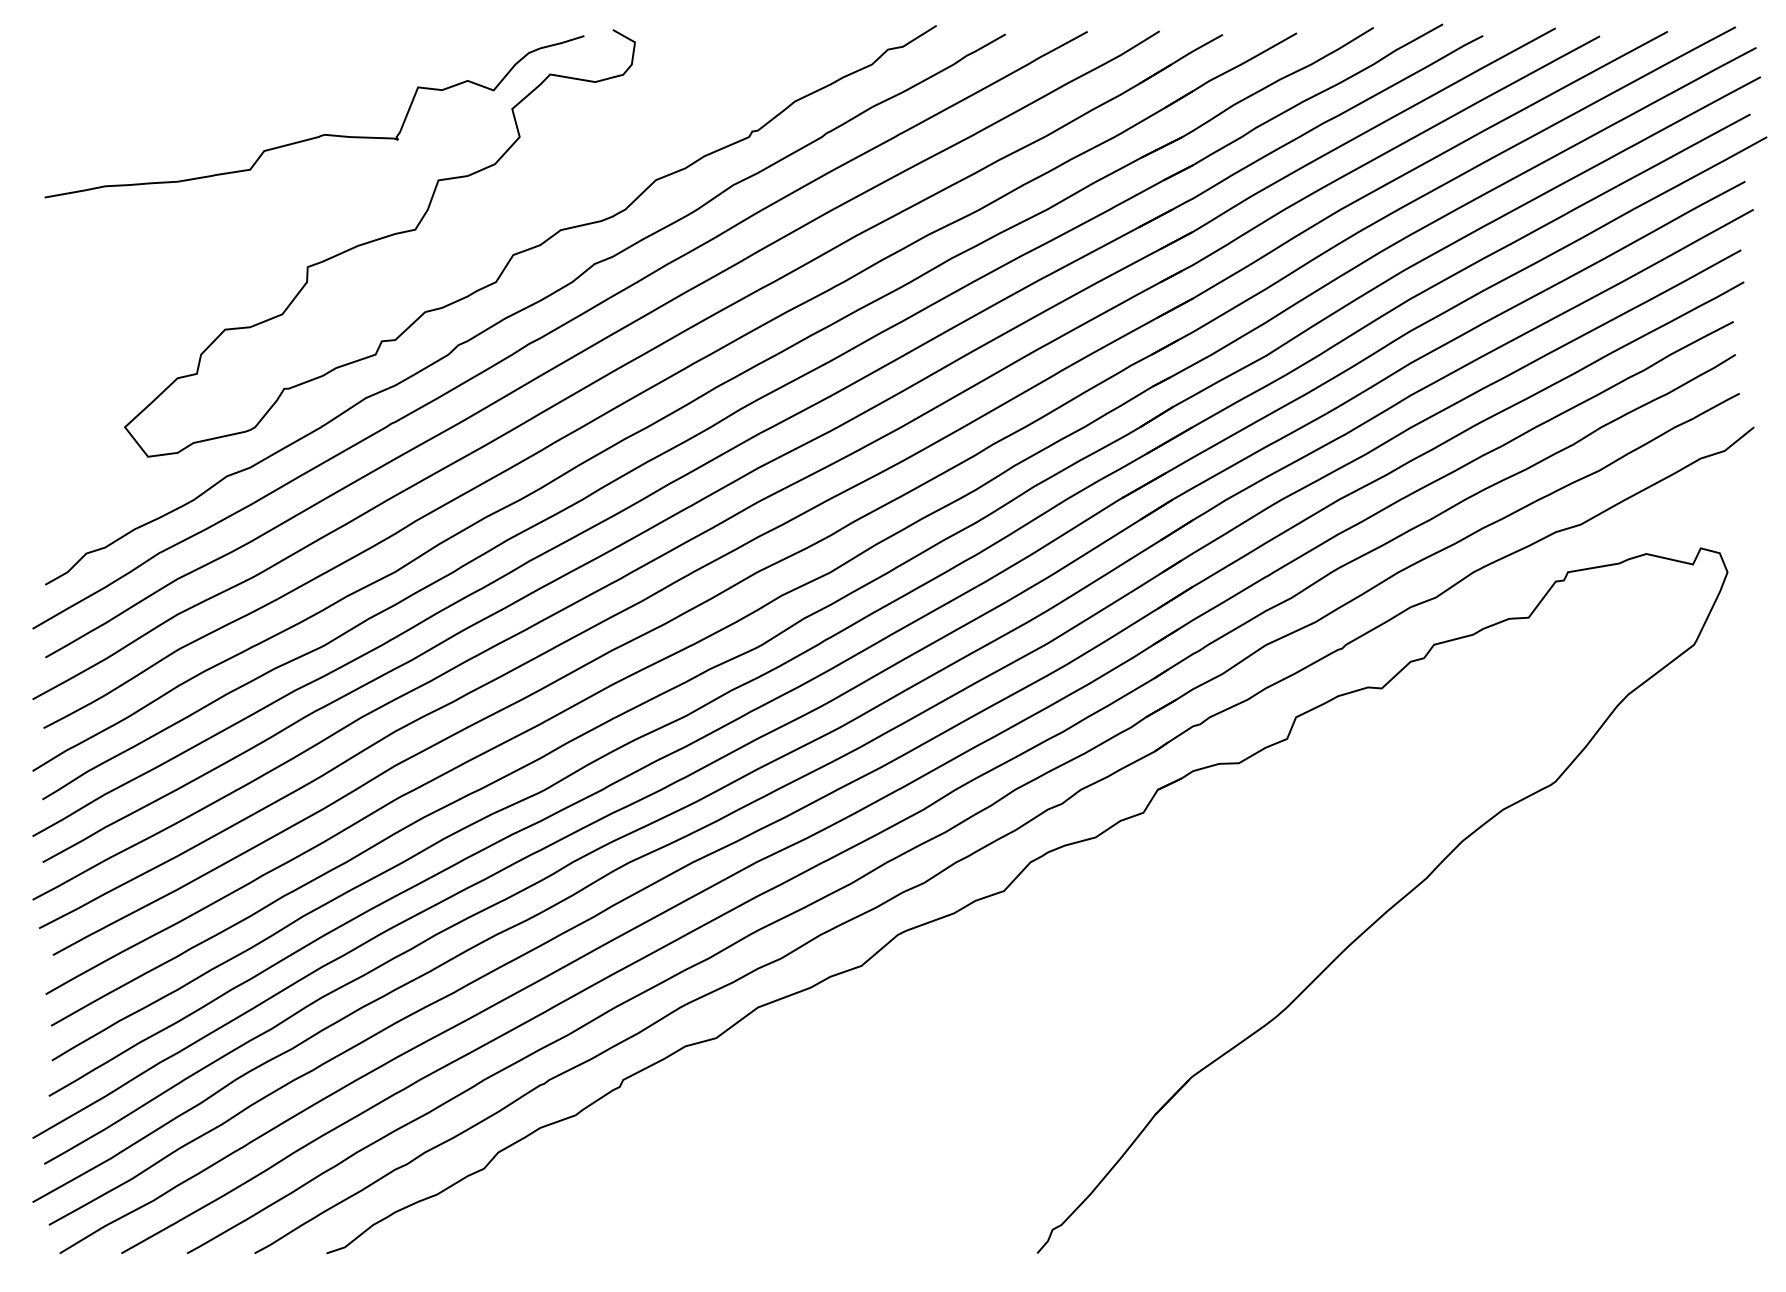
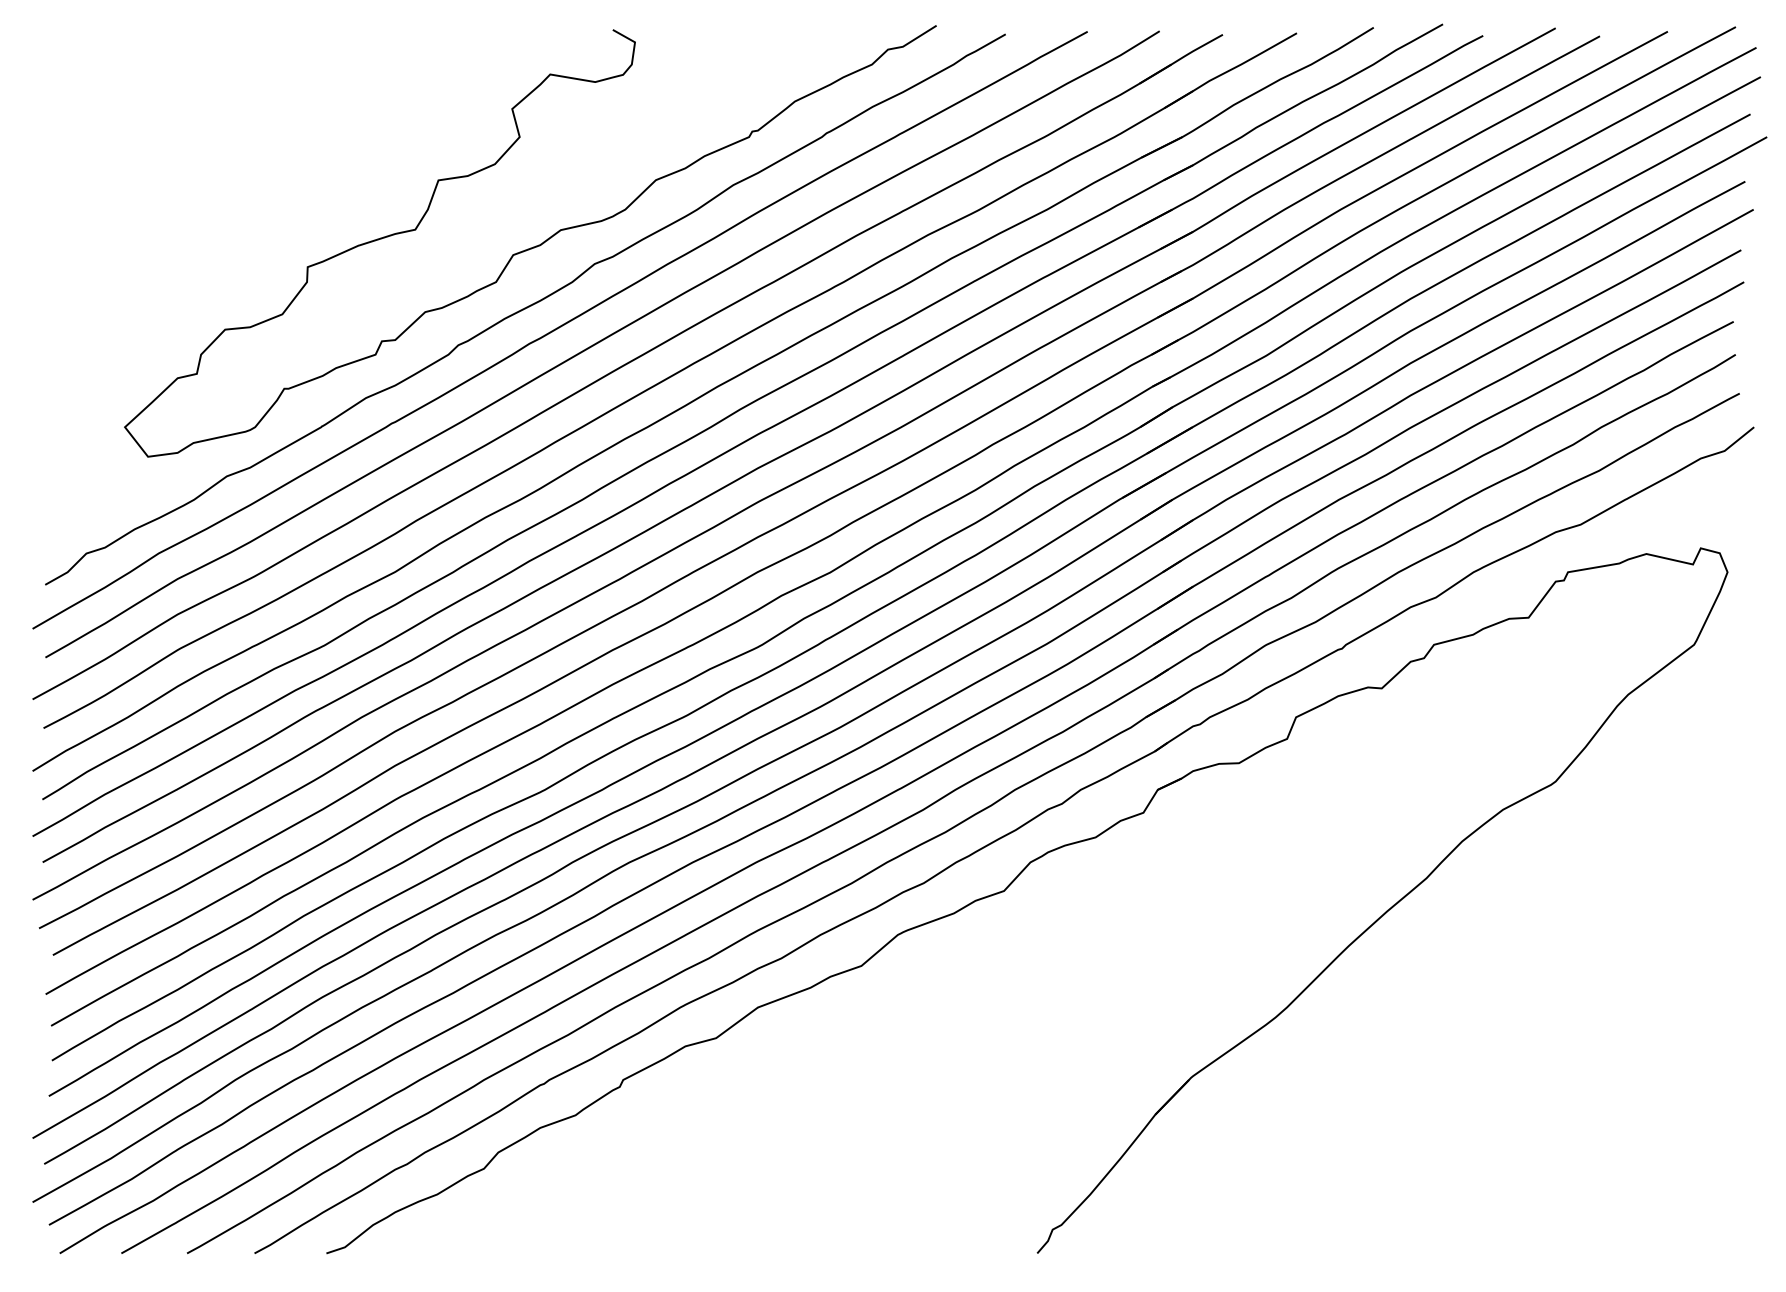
curve at (321, 134): present -> none
